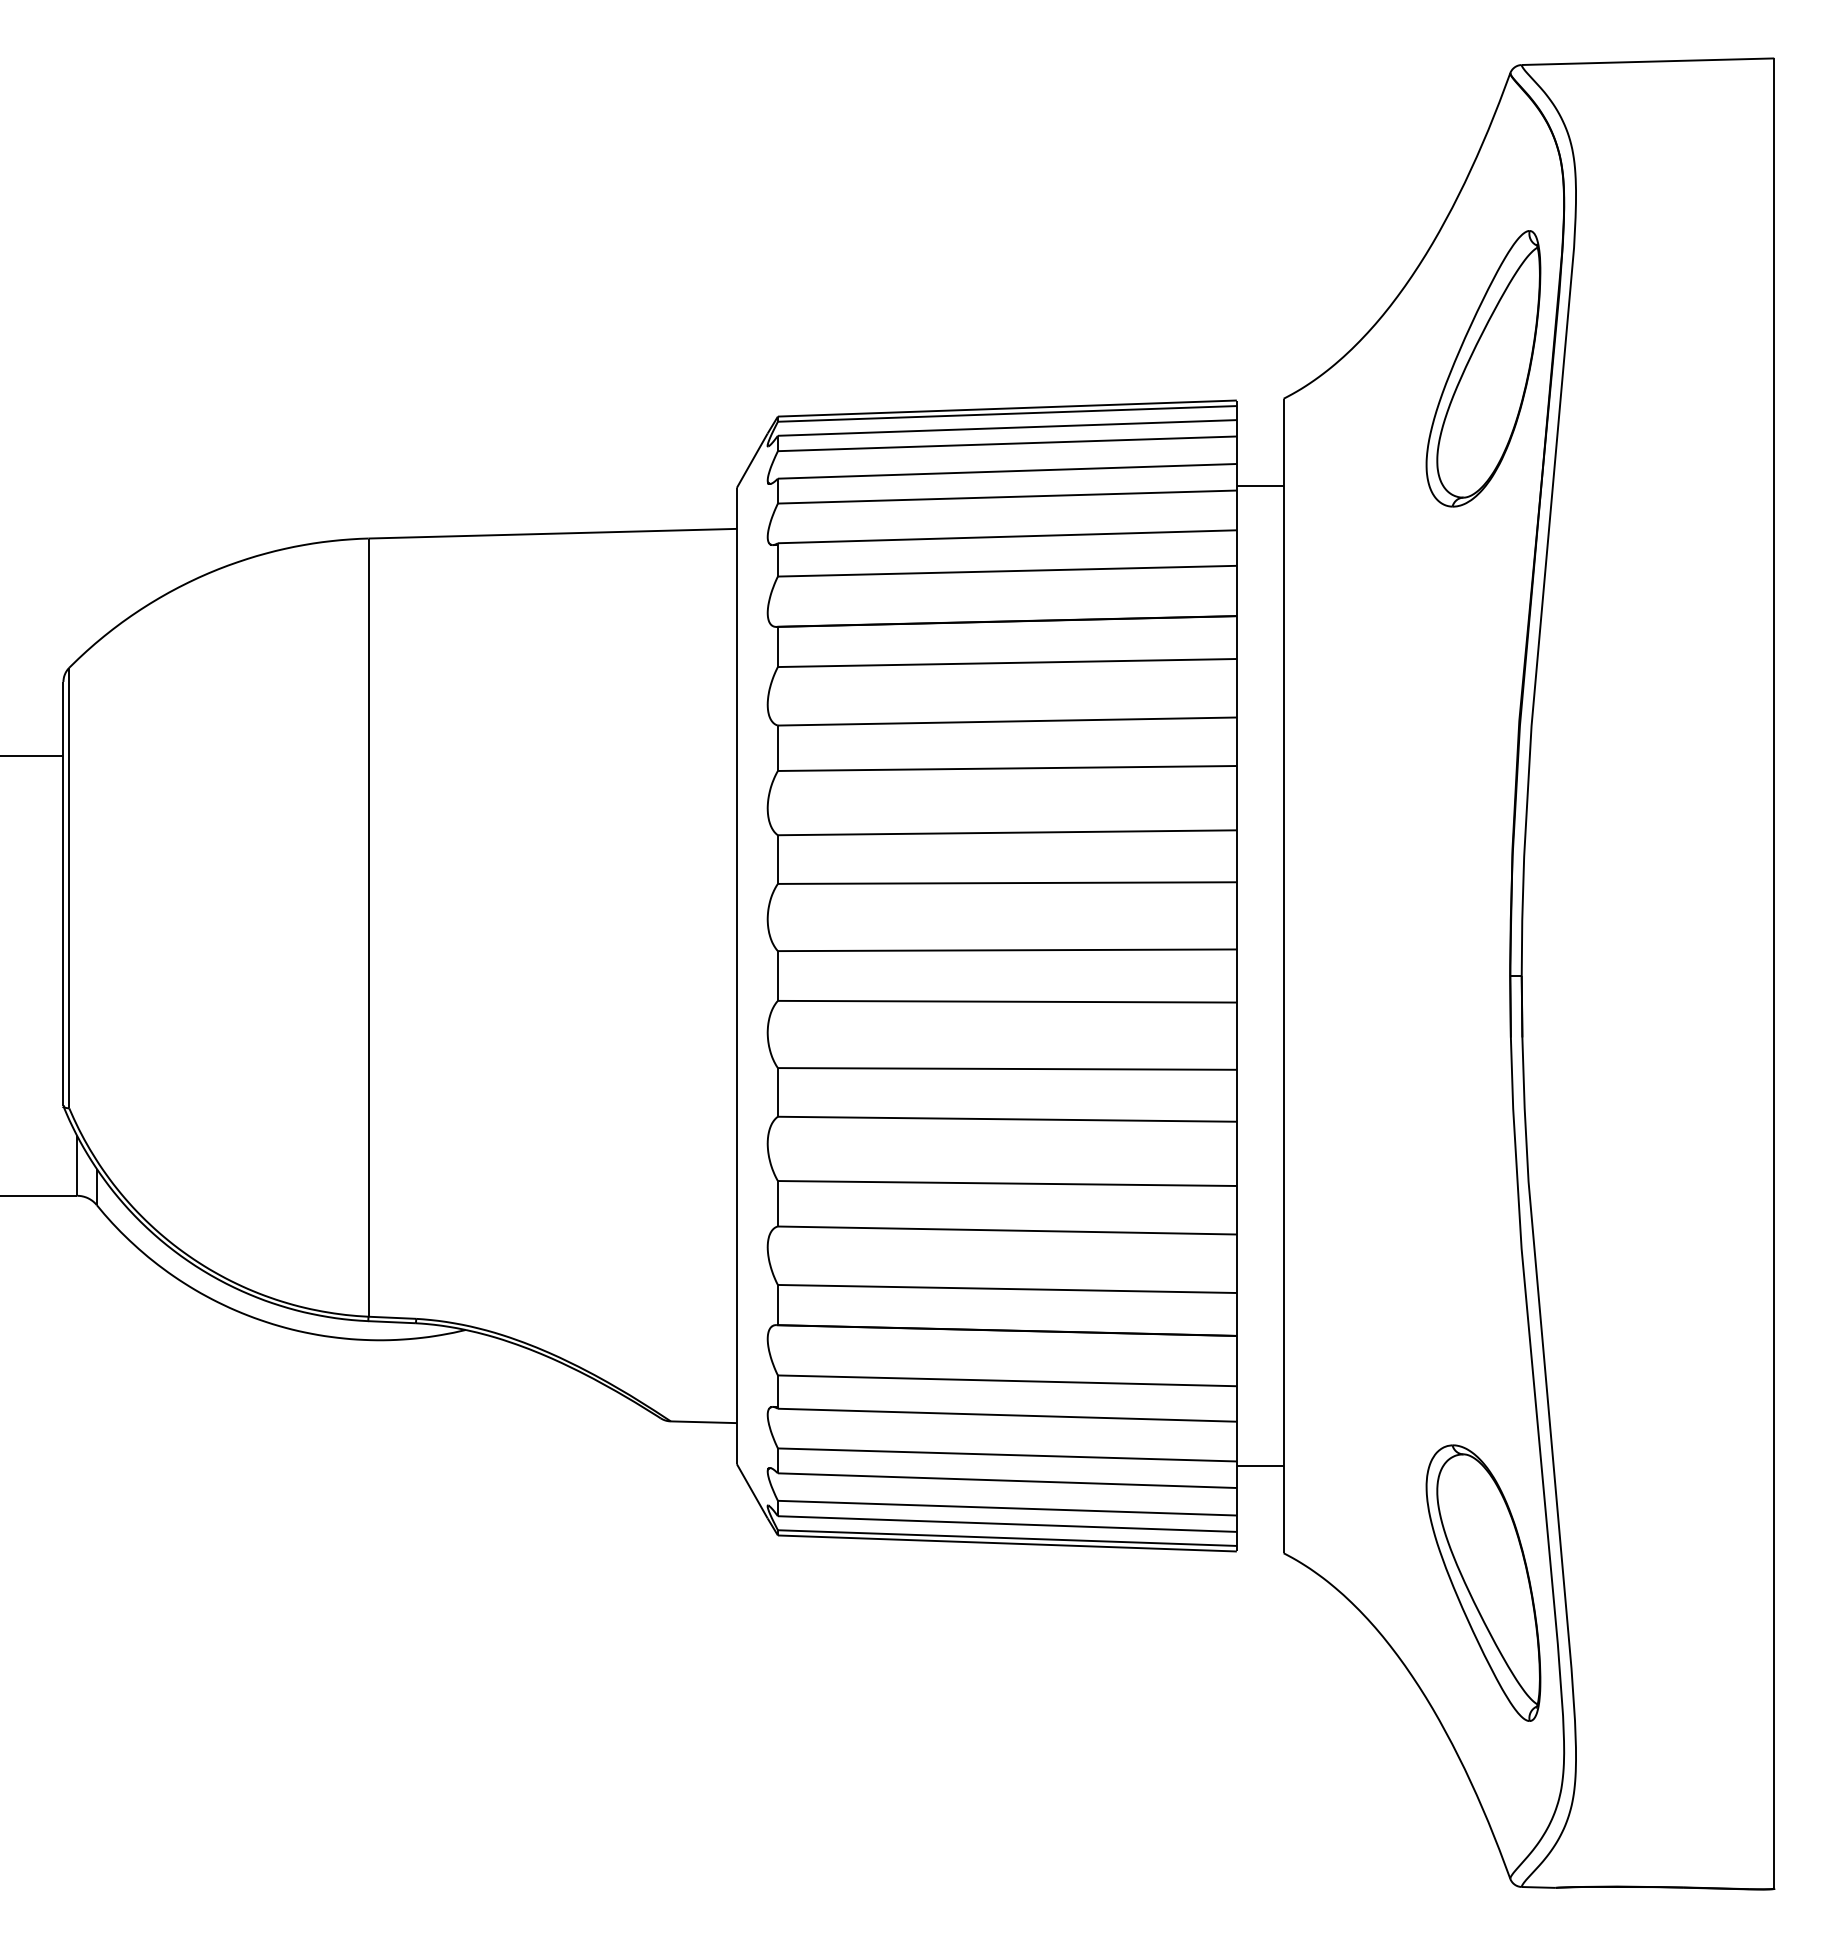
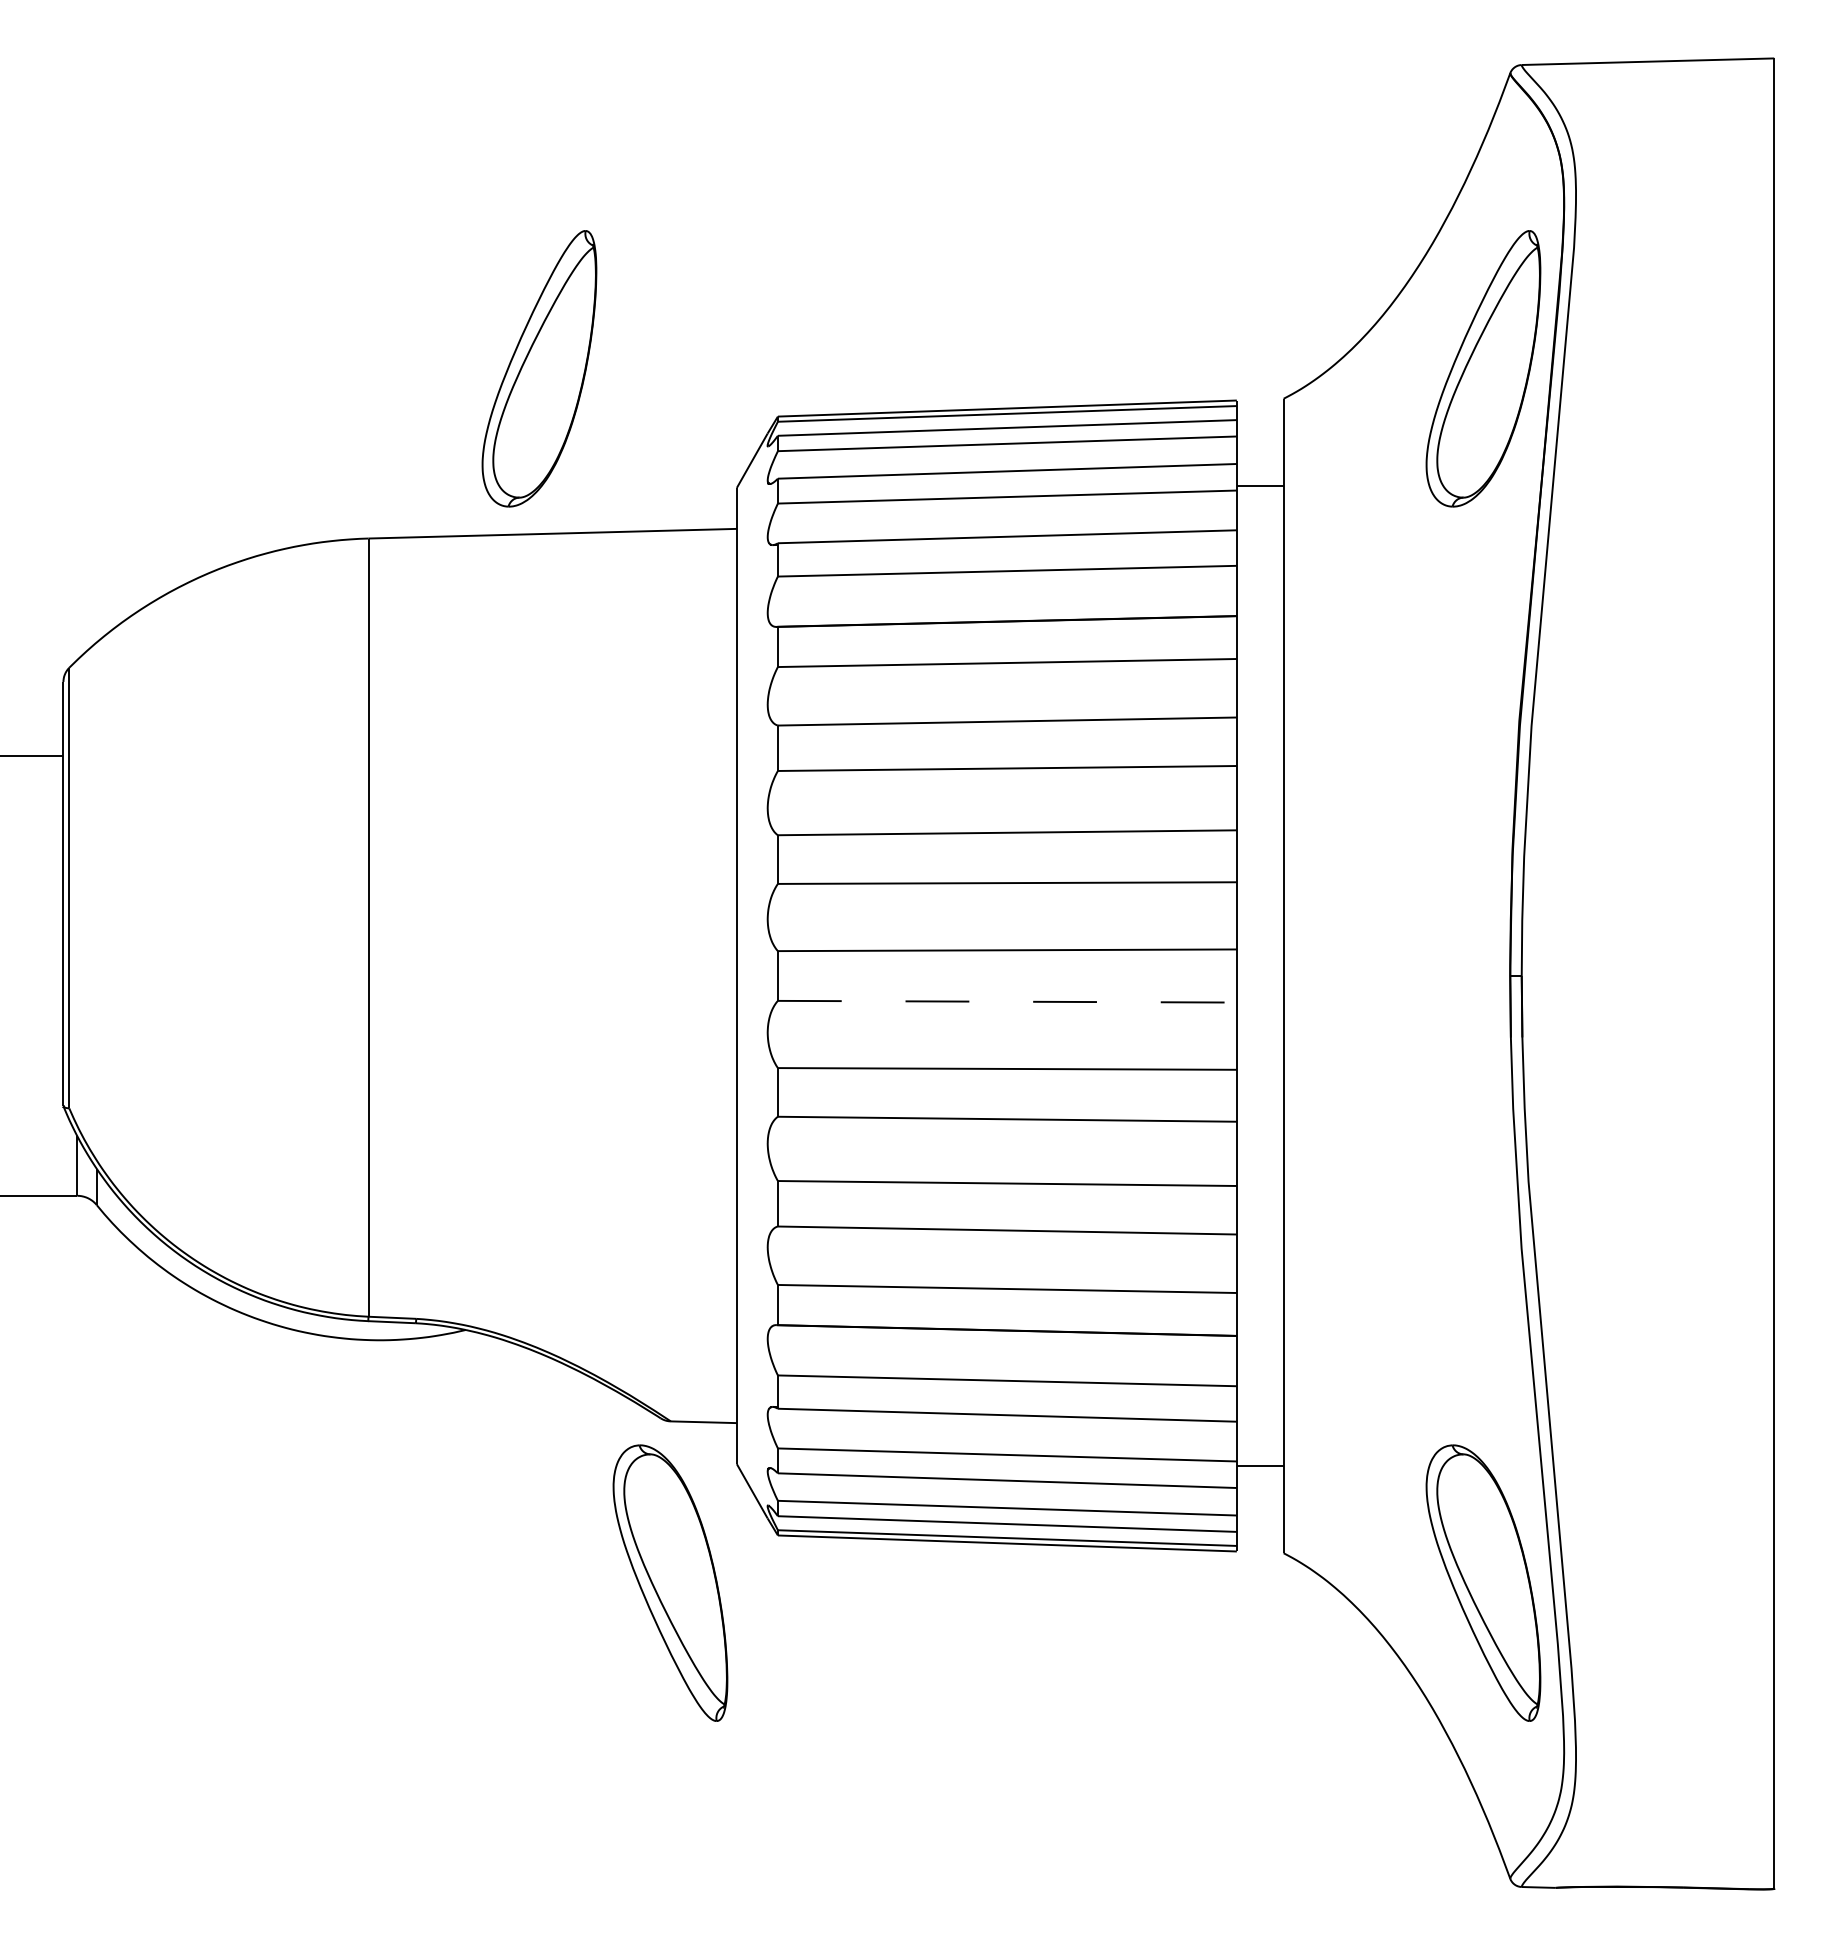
part at (539, 368): none -> present
line at (1007, 1001): solid -> dashed
part at (670, 1582): none -> present
